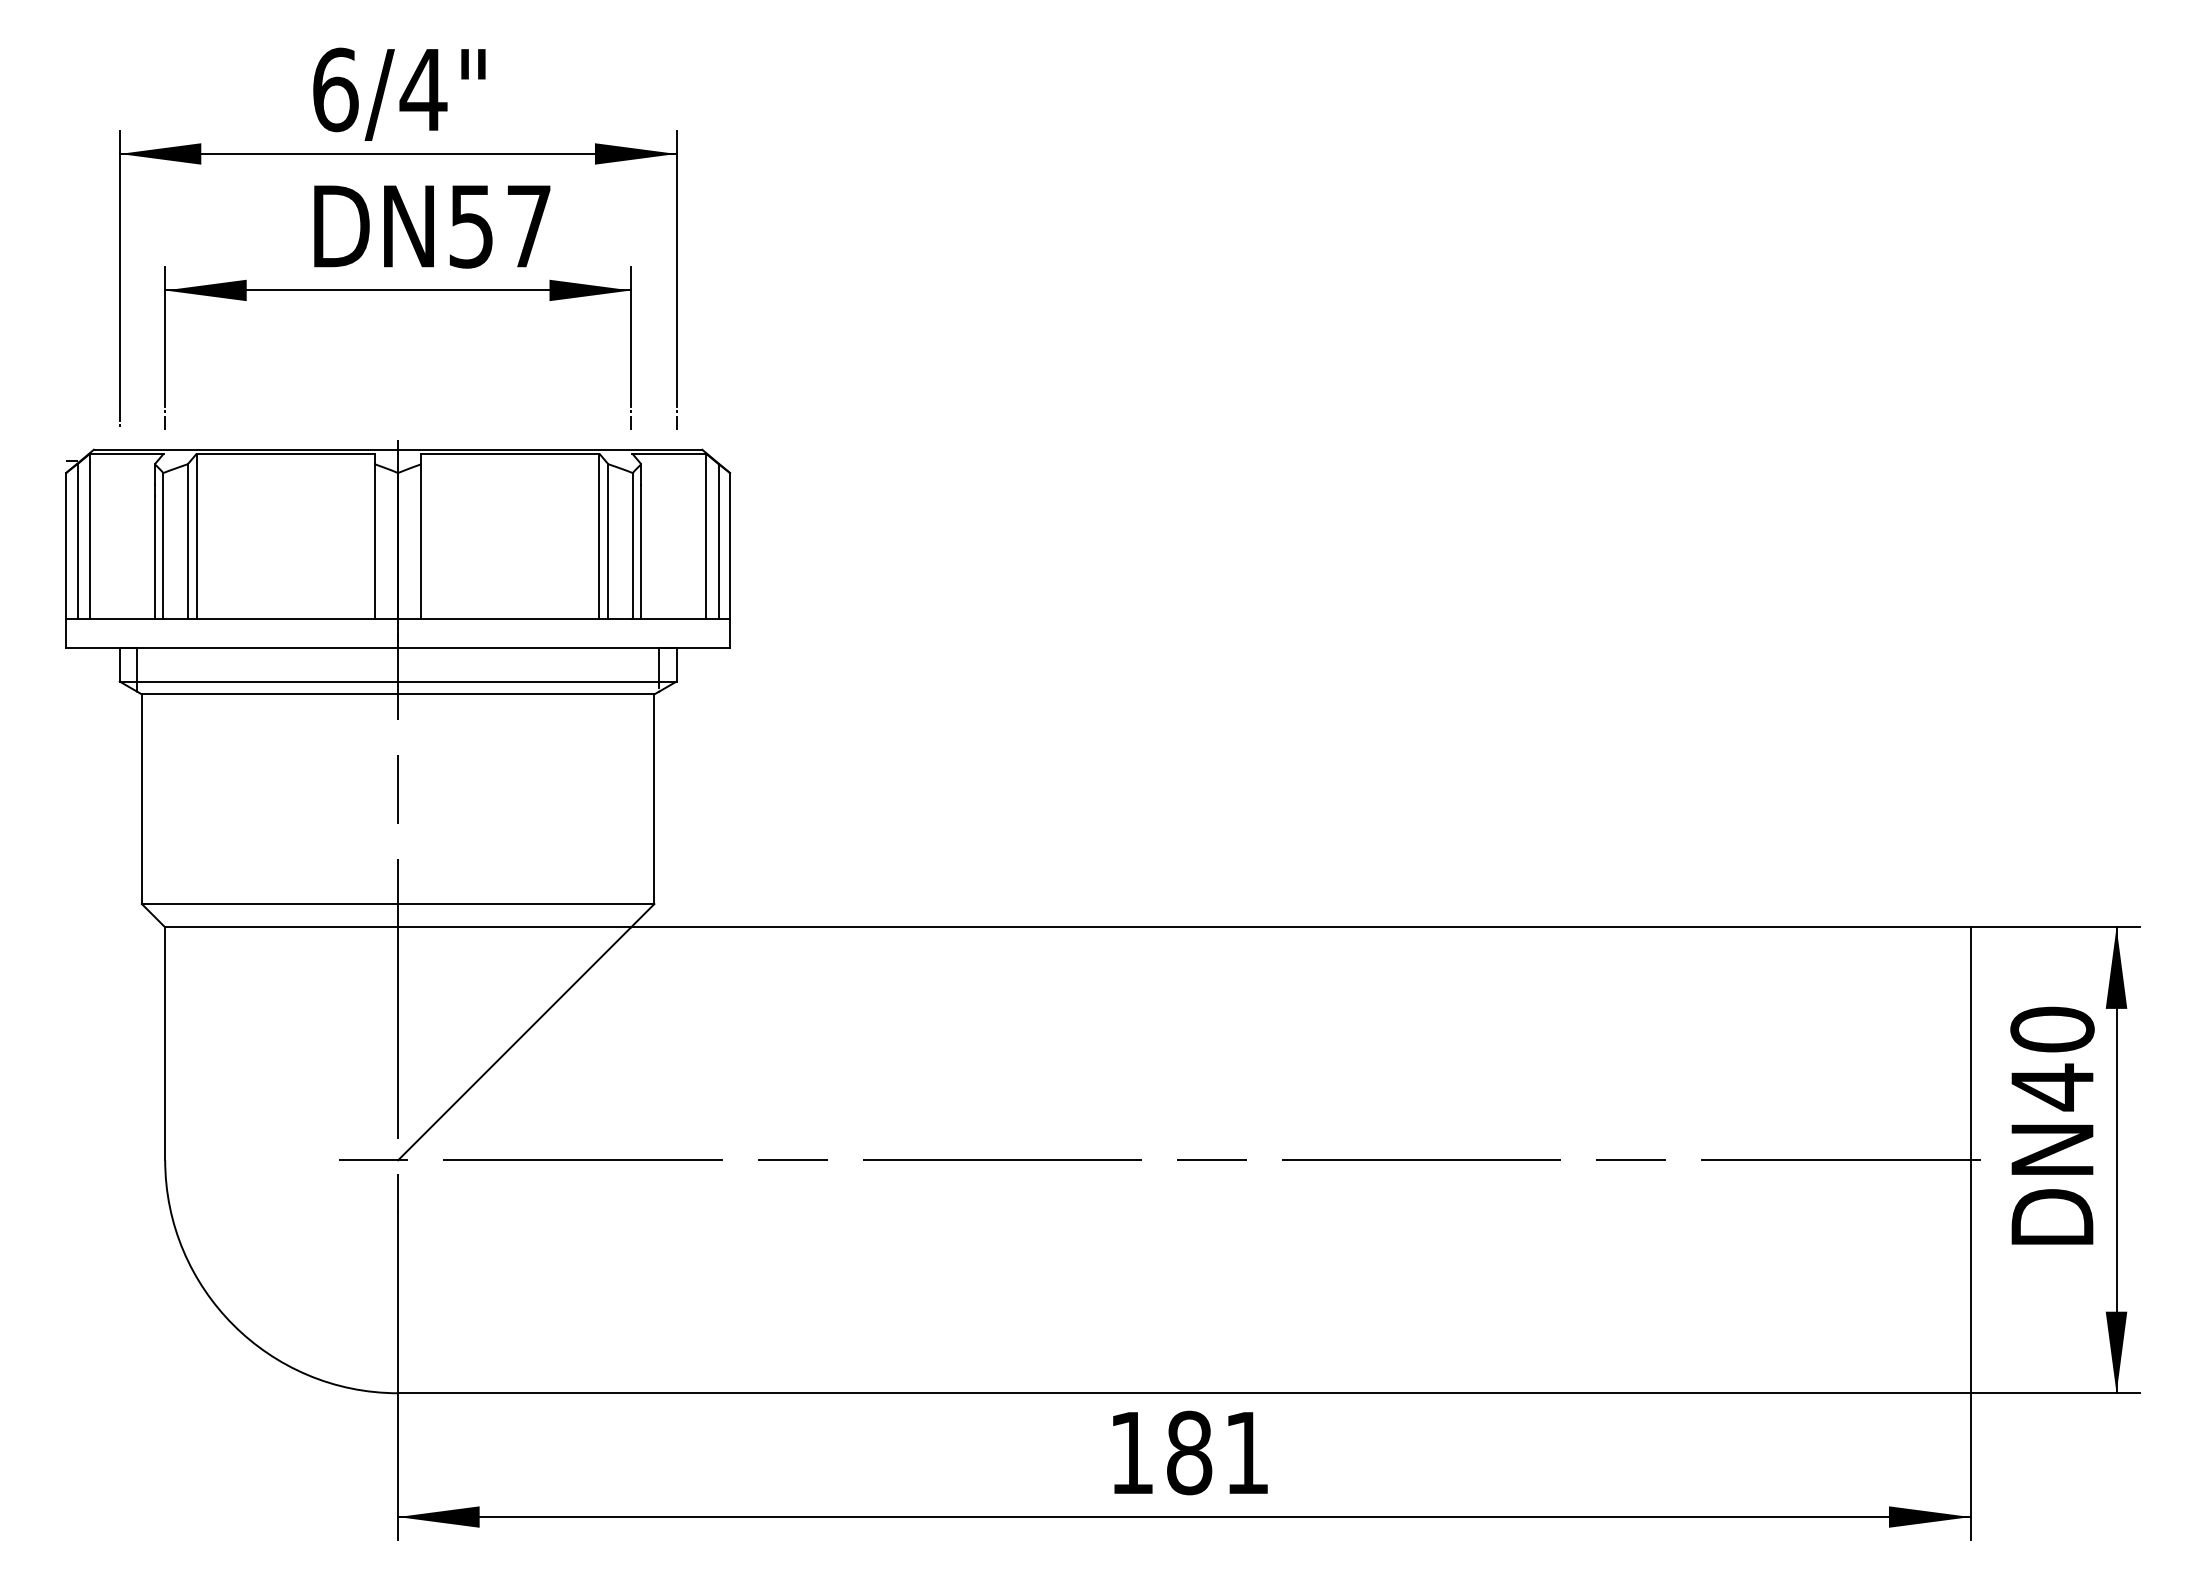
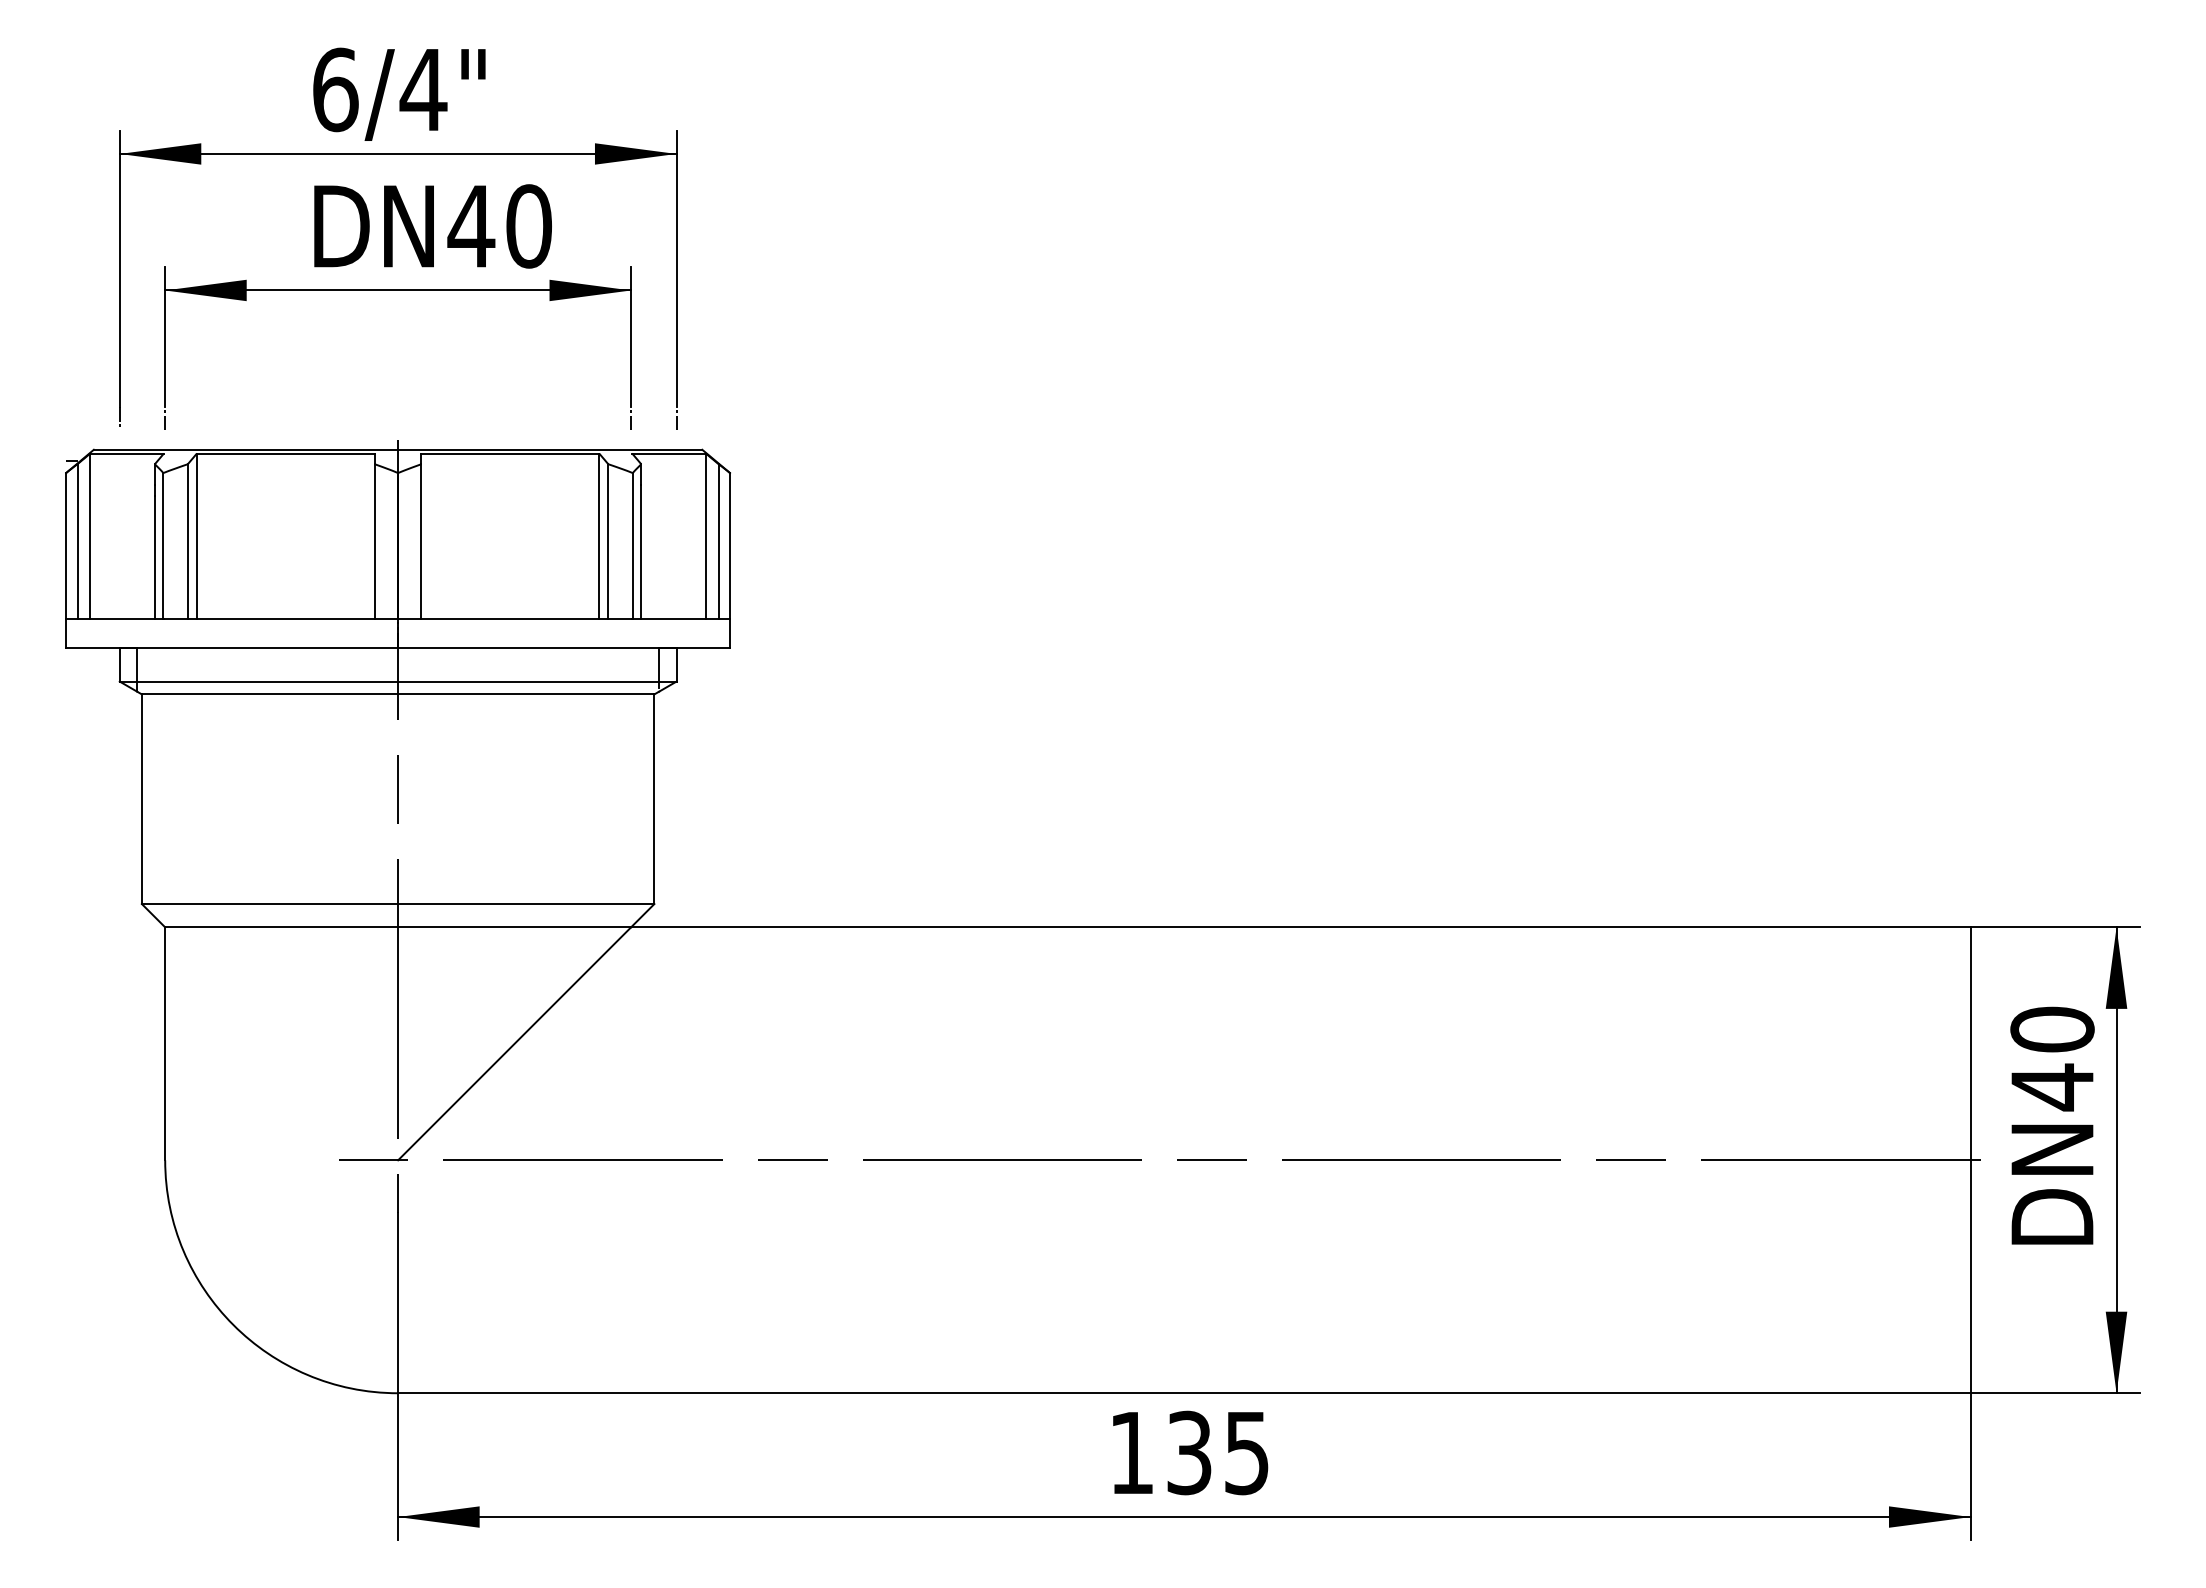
text at (499, 226): 57 -> 40
text at (1217, 1452): 181 -> 135
